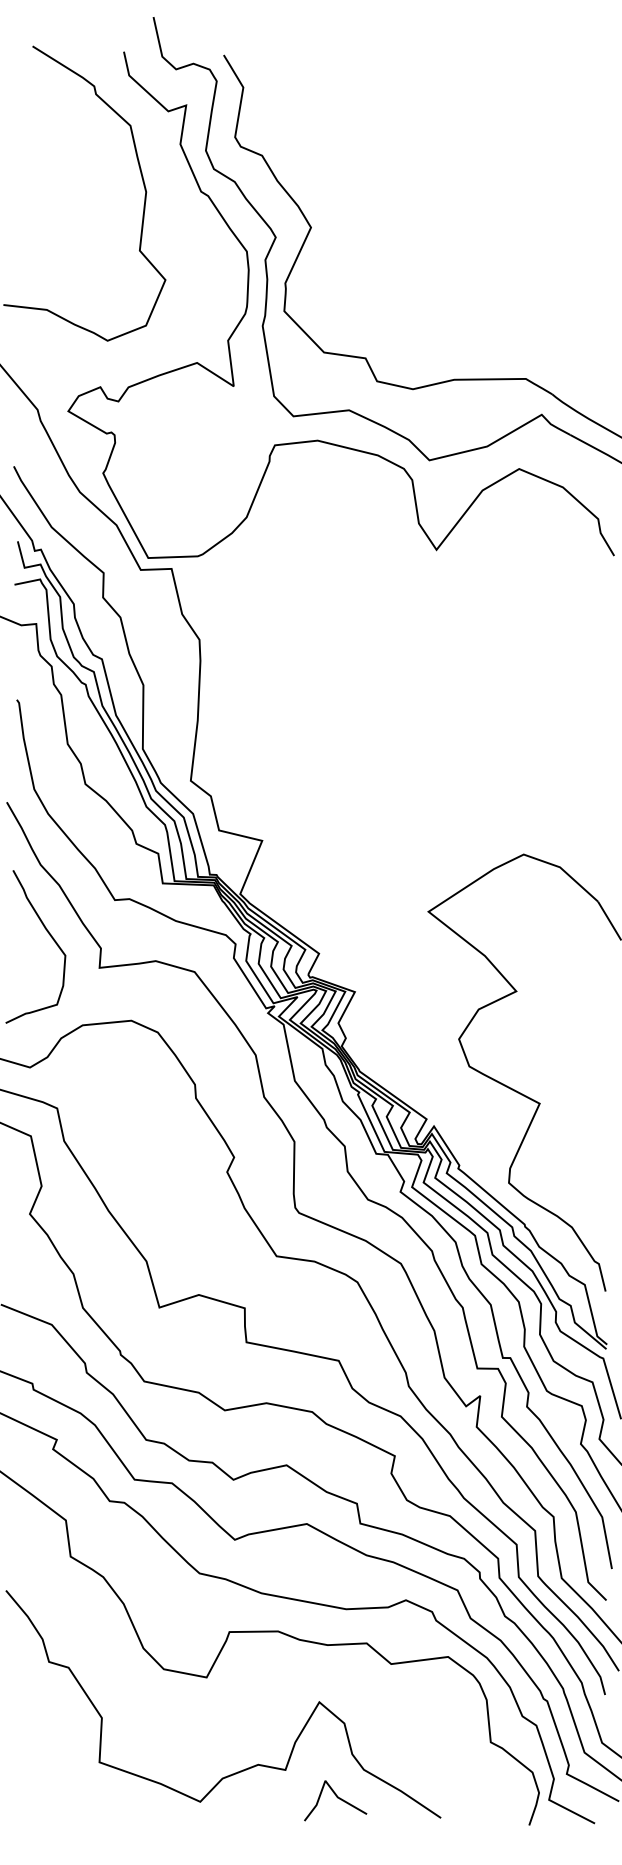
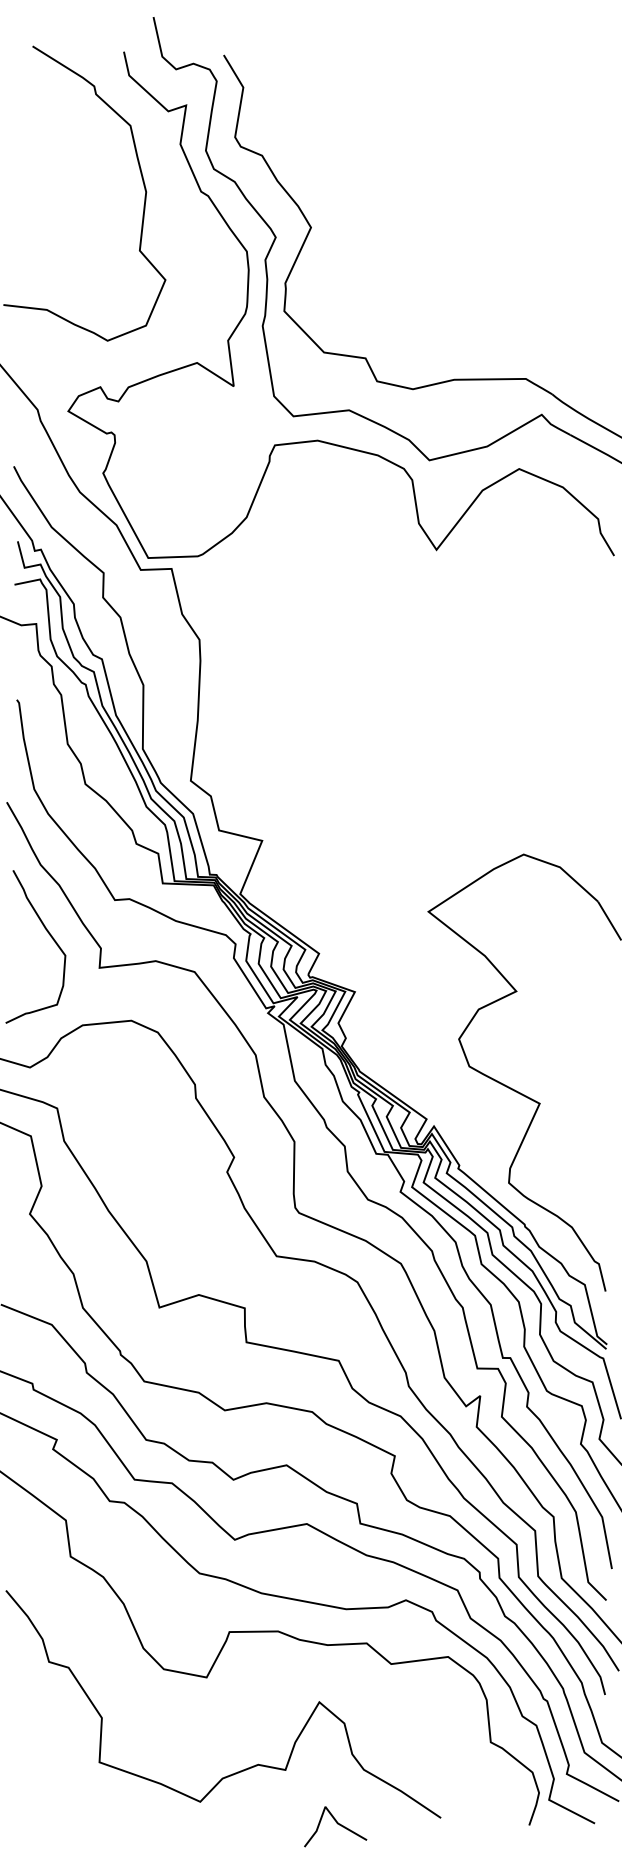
line at (337, 1798) position: (337, 1798) -> (337, 1824)
